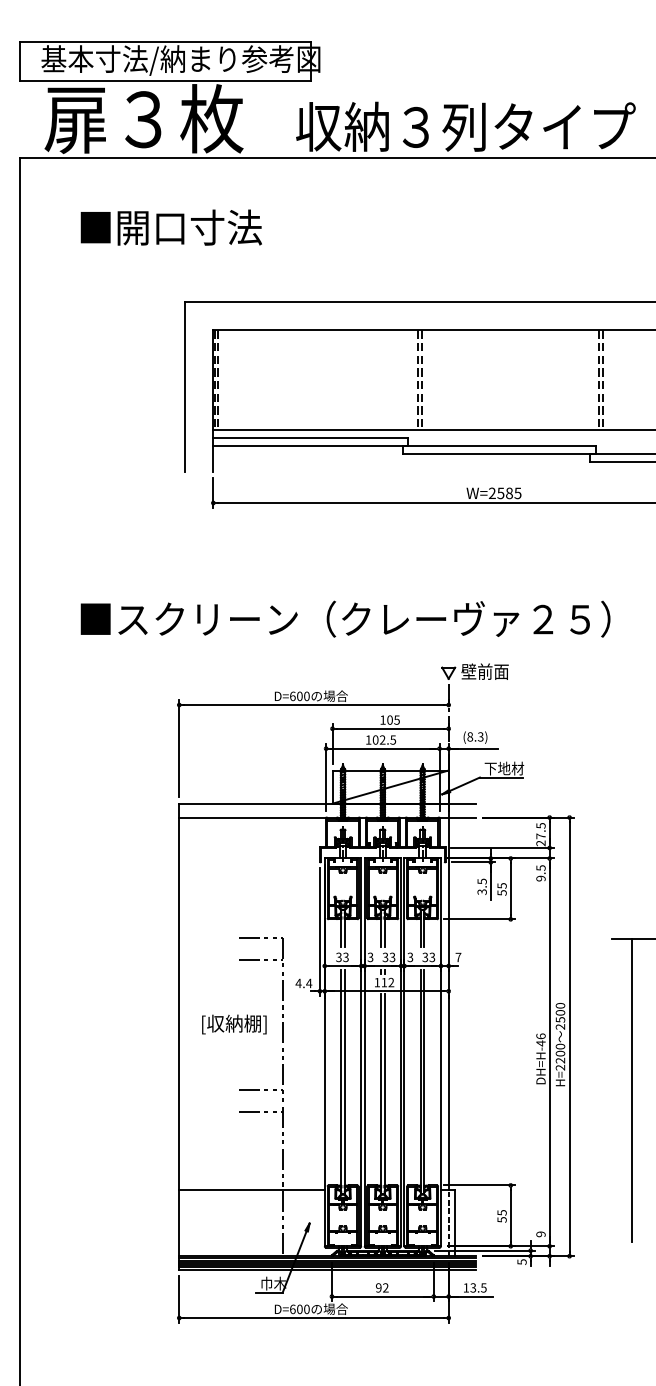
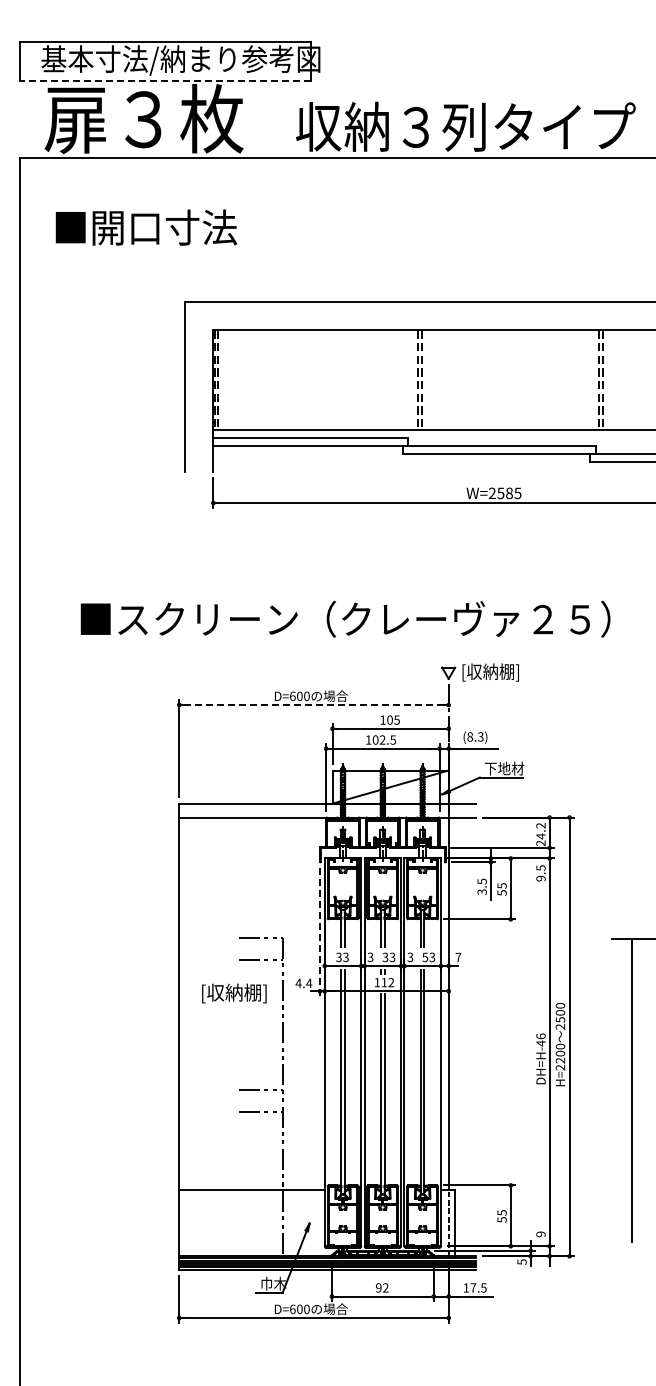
line at (165, 80): solid -> dashed
text at (170, 227) position: (170, 227) -> (145, 227)
text at (489, 672): 壁前面 -> [収納棚]
line at (314, 705): solid -> dashed
text at (540, 831): 27.5 -> 24.2
line at (319, 932): solid -> dashed
text at (425, 956): 33 -> 53
text at (234, 1024) position: (234, 1024) -> (234, 993)
text at (473, 1287): 13.5 -> 17.5
